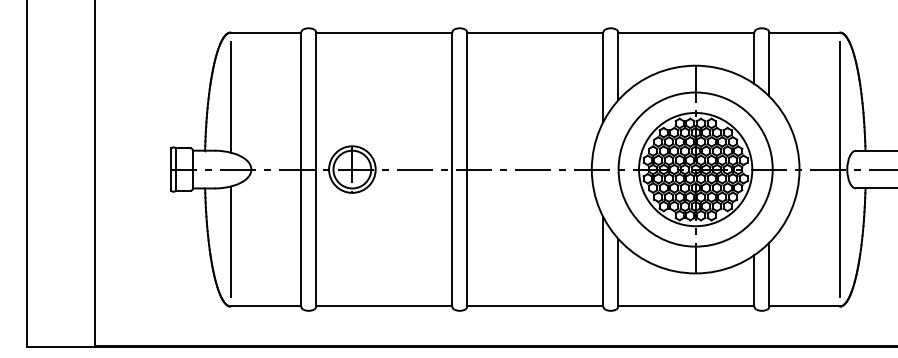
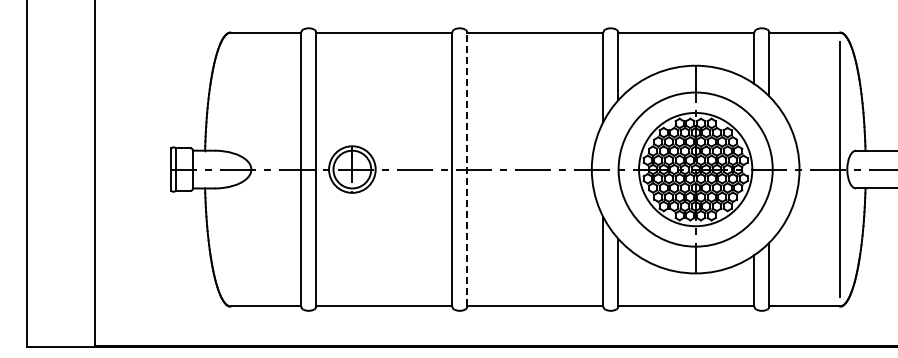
line at (230, 97): present -> none
line at (467, 169): solid -> dashed
line at (230, 241): present -> none
